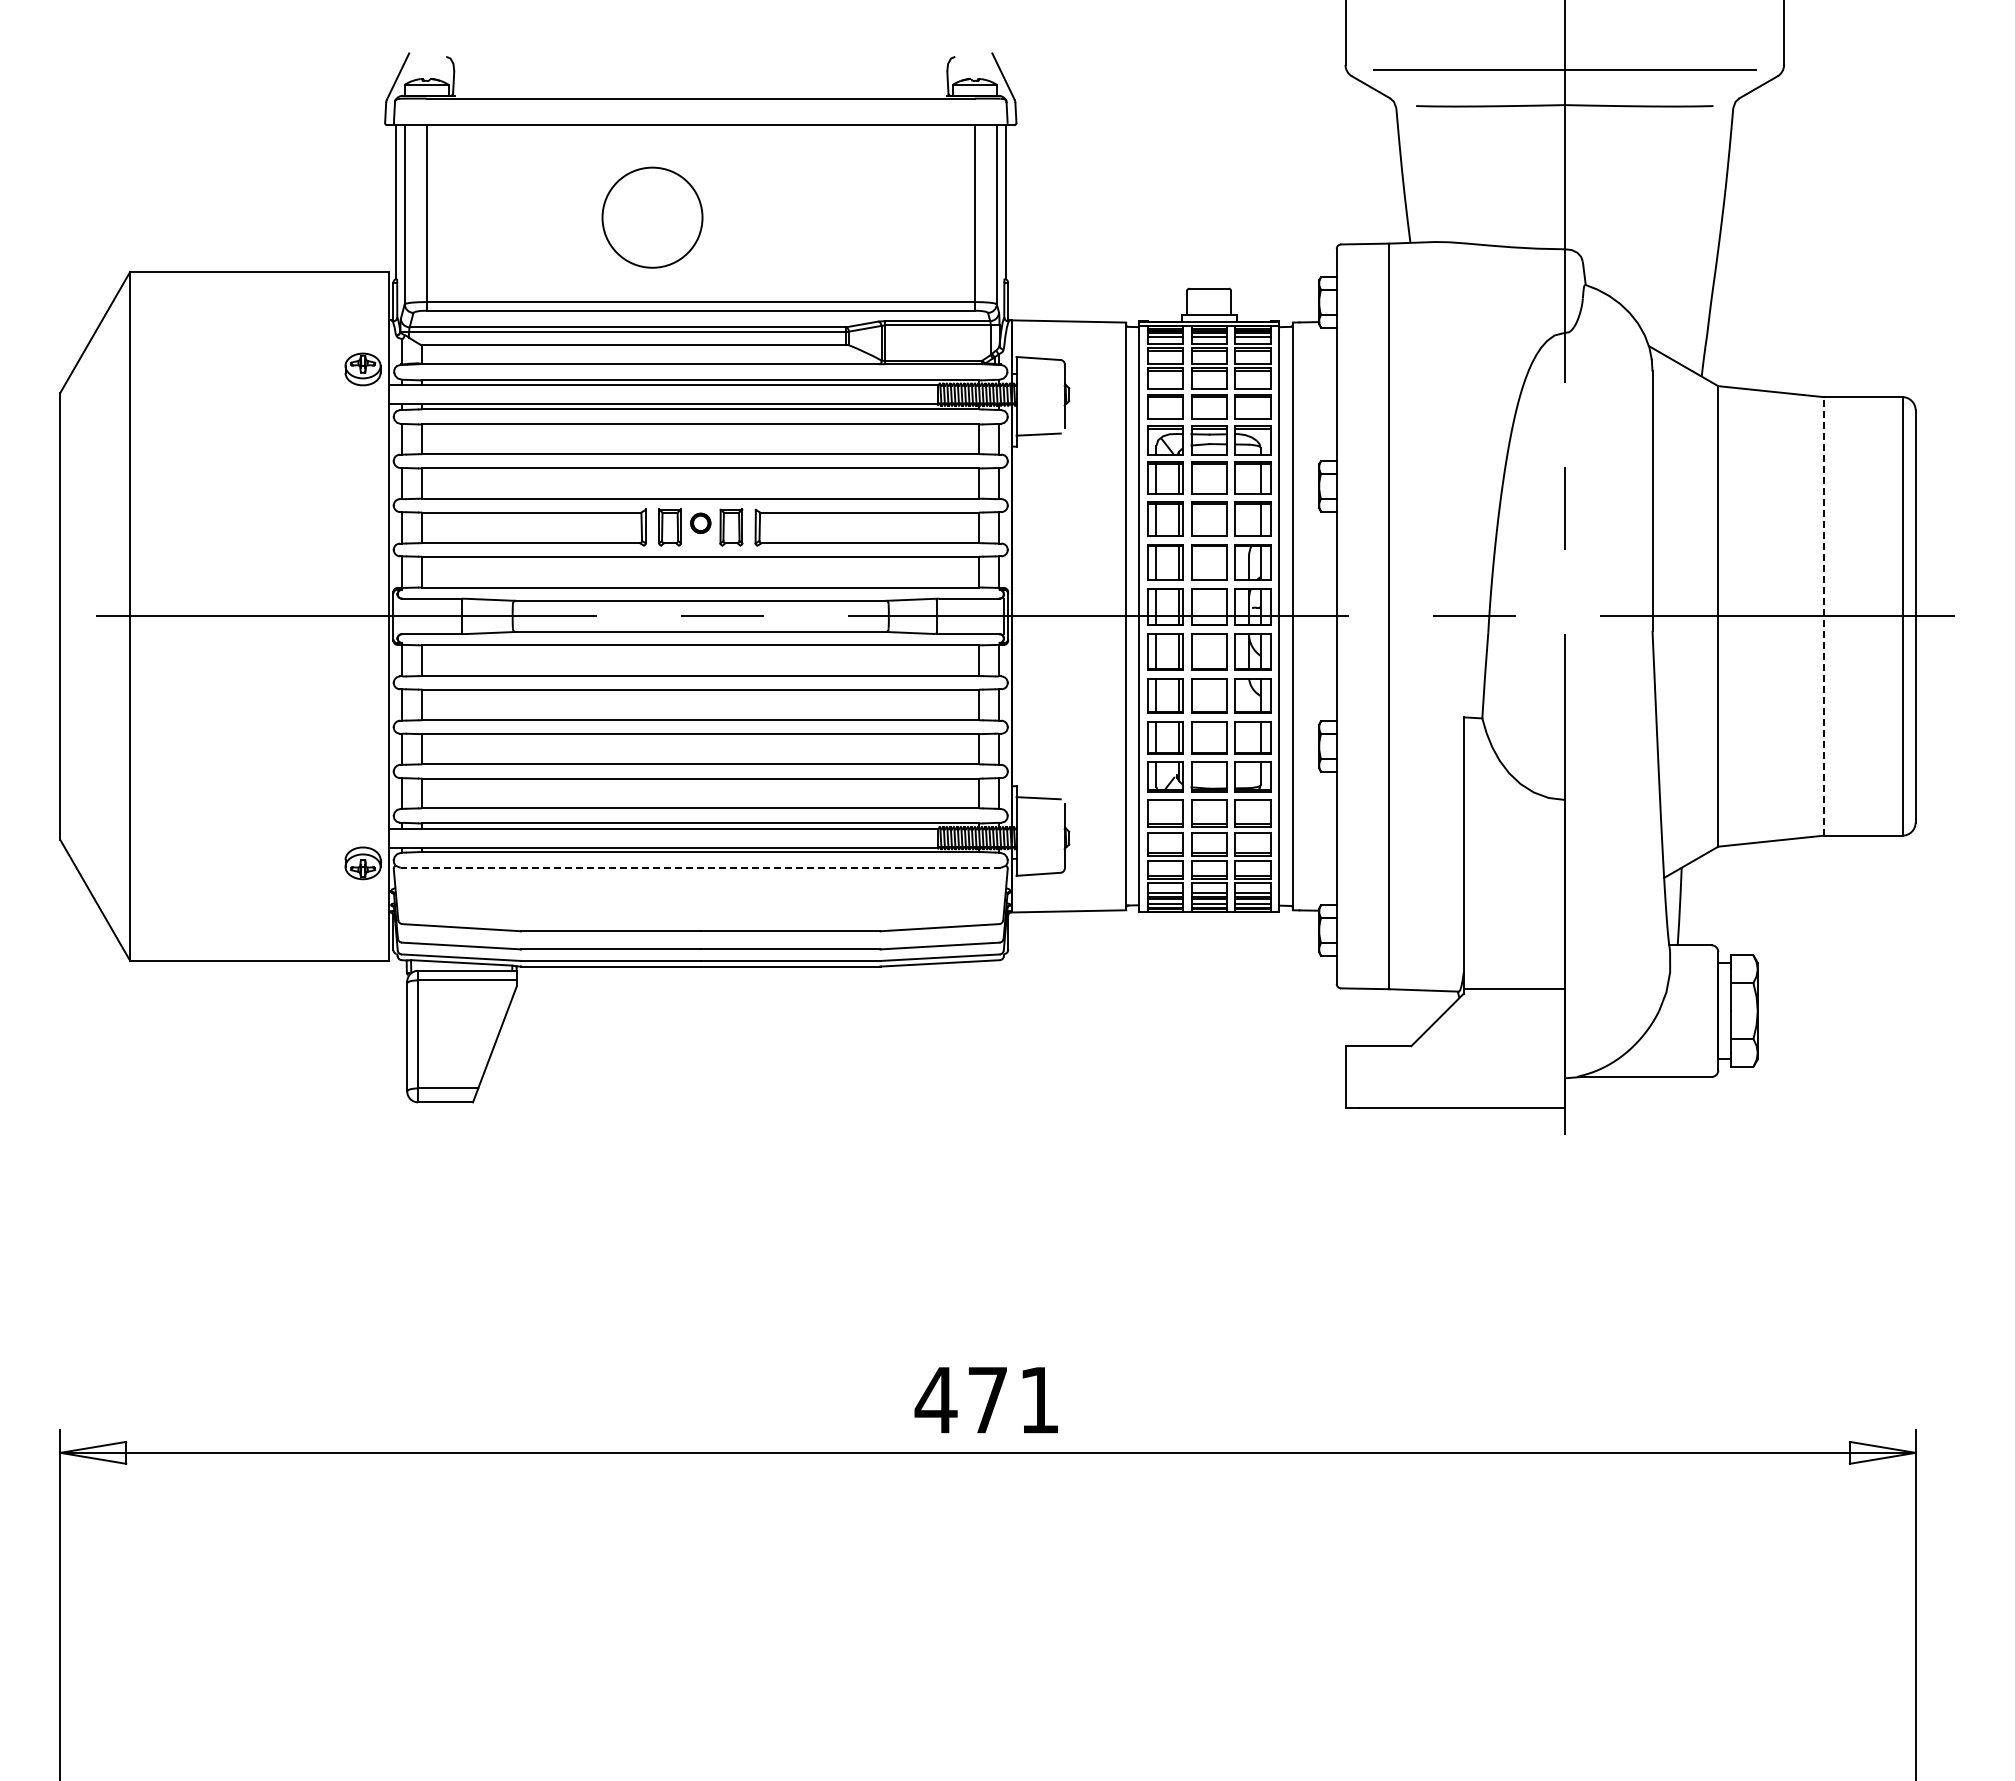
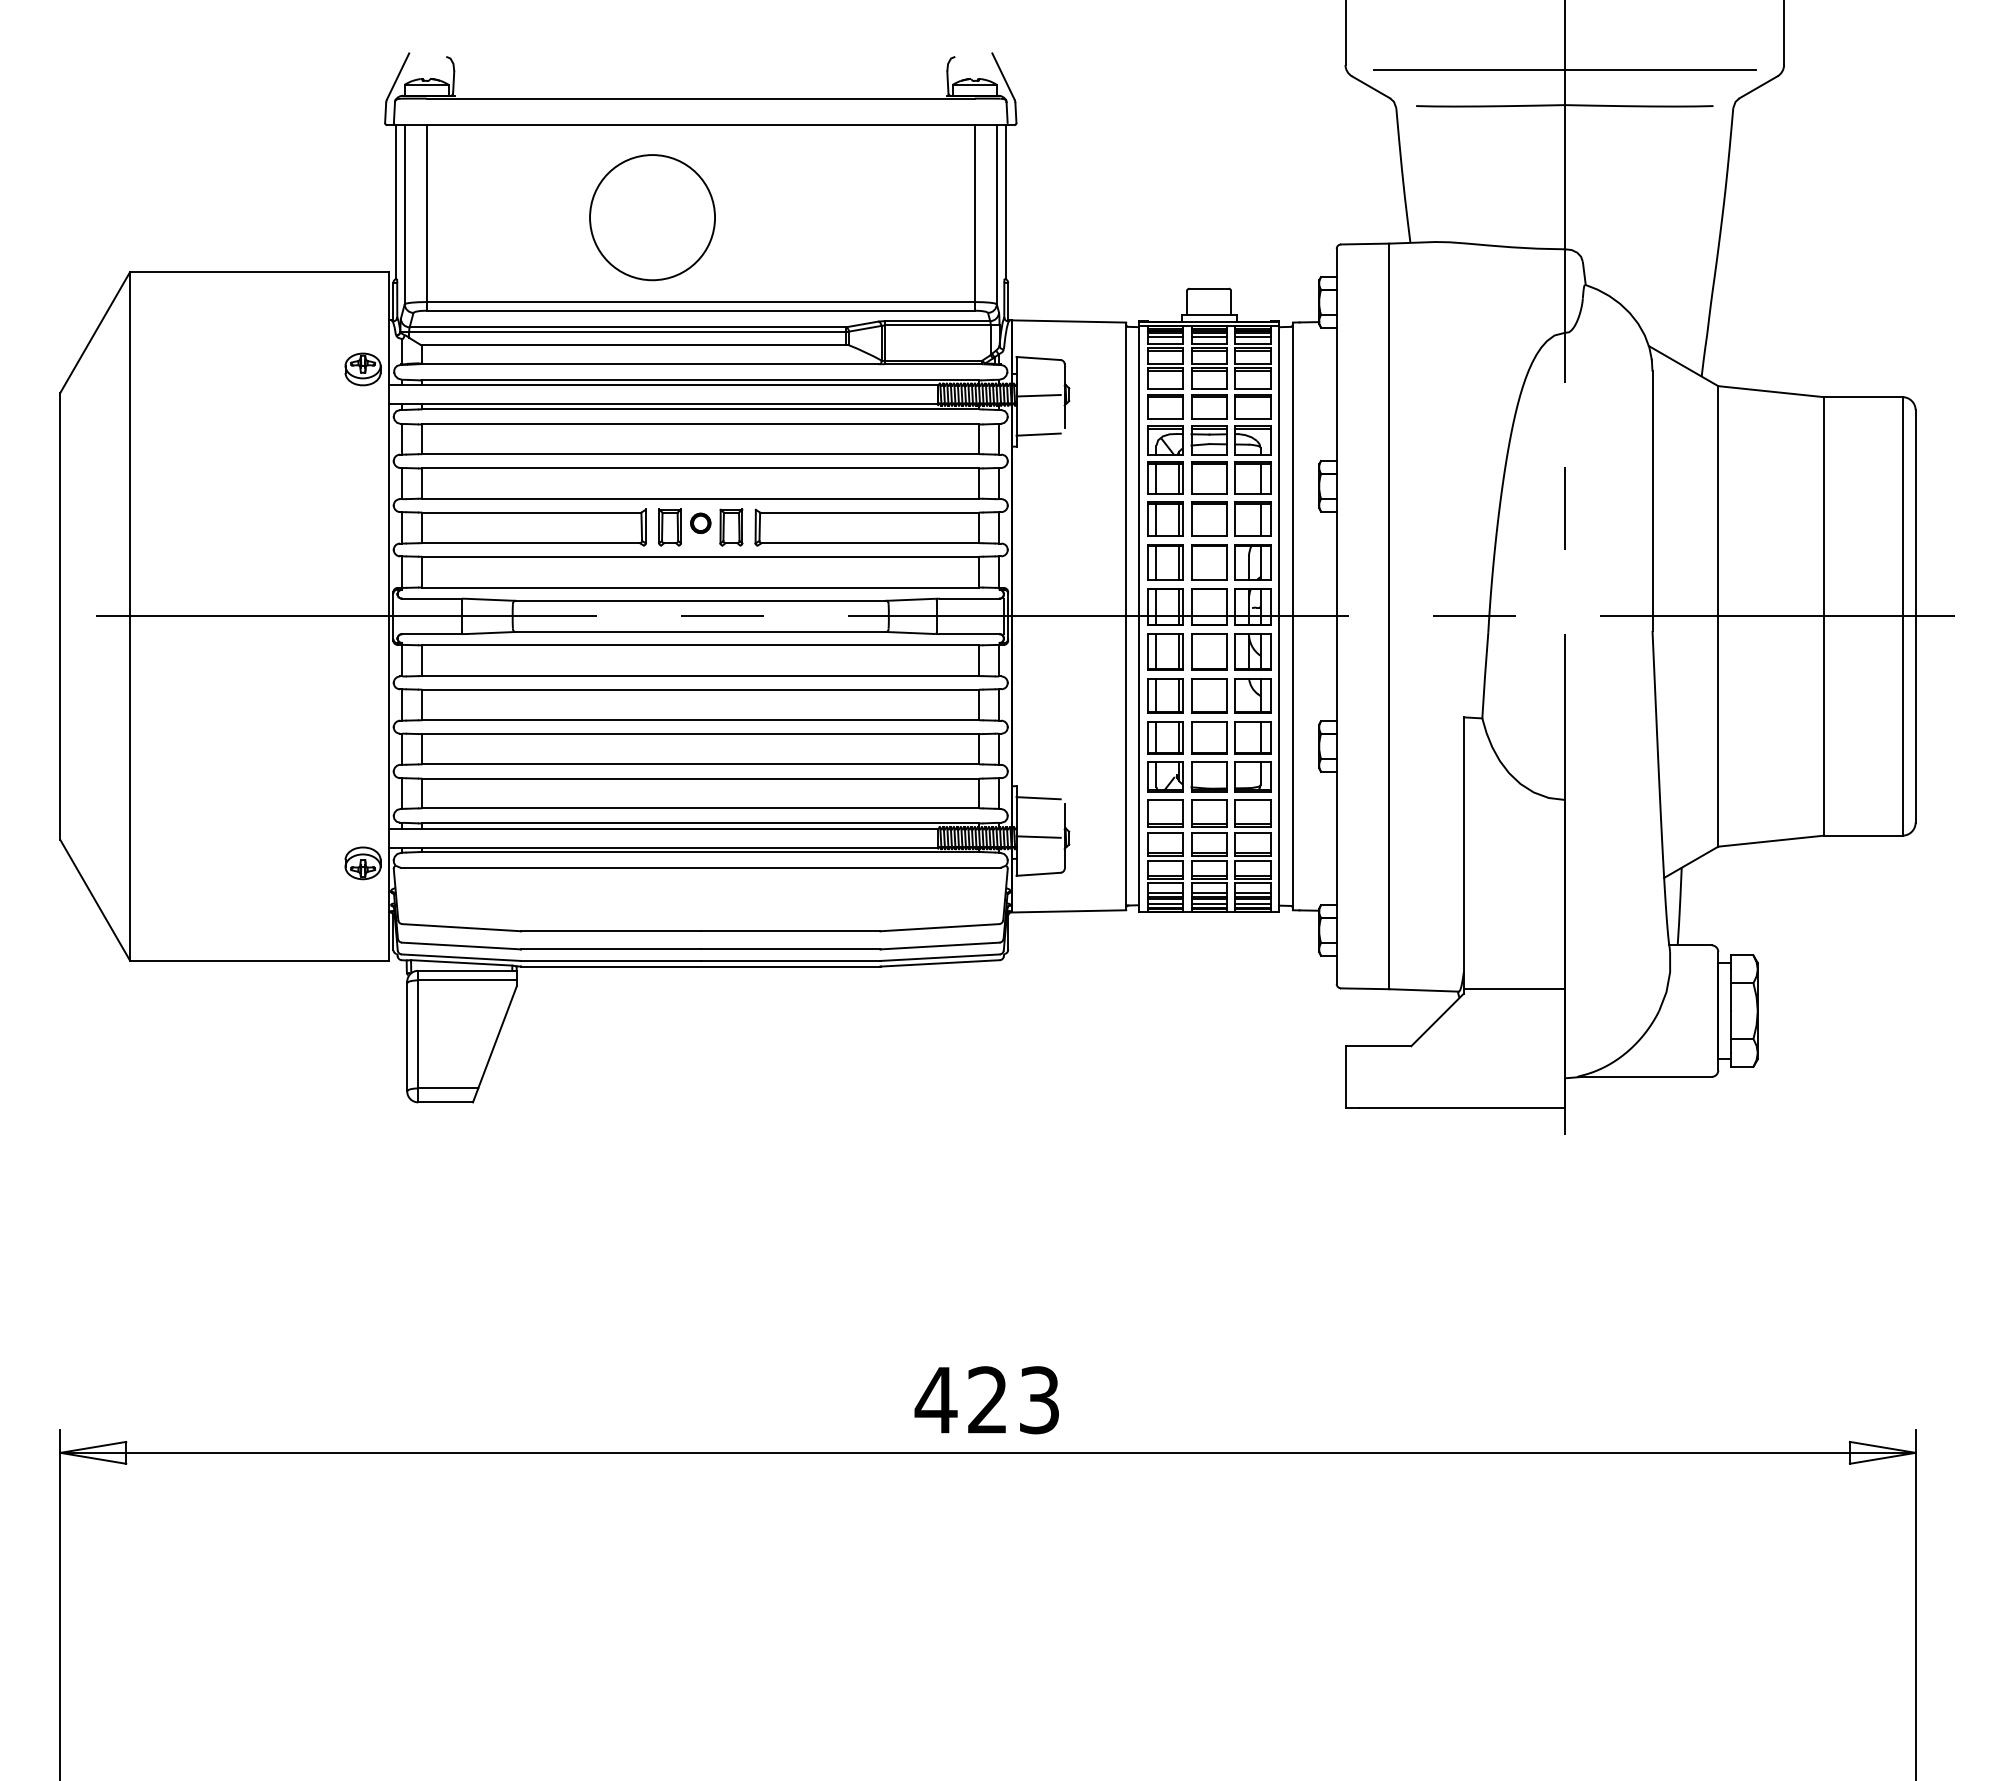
part at (652, 217) size: 103x103 px -> 127x128 px
line at (1038, 395): none -> present
line at (1823, 615): dashed -> solid
line at (1038, 836): none -> present
line at (700, 867): dashed -> solid
text at (1013, 1400): 471 -> 423
